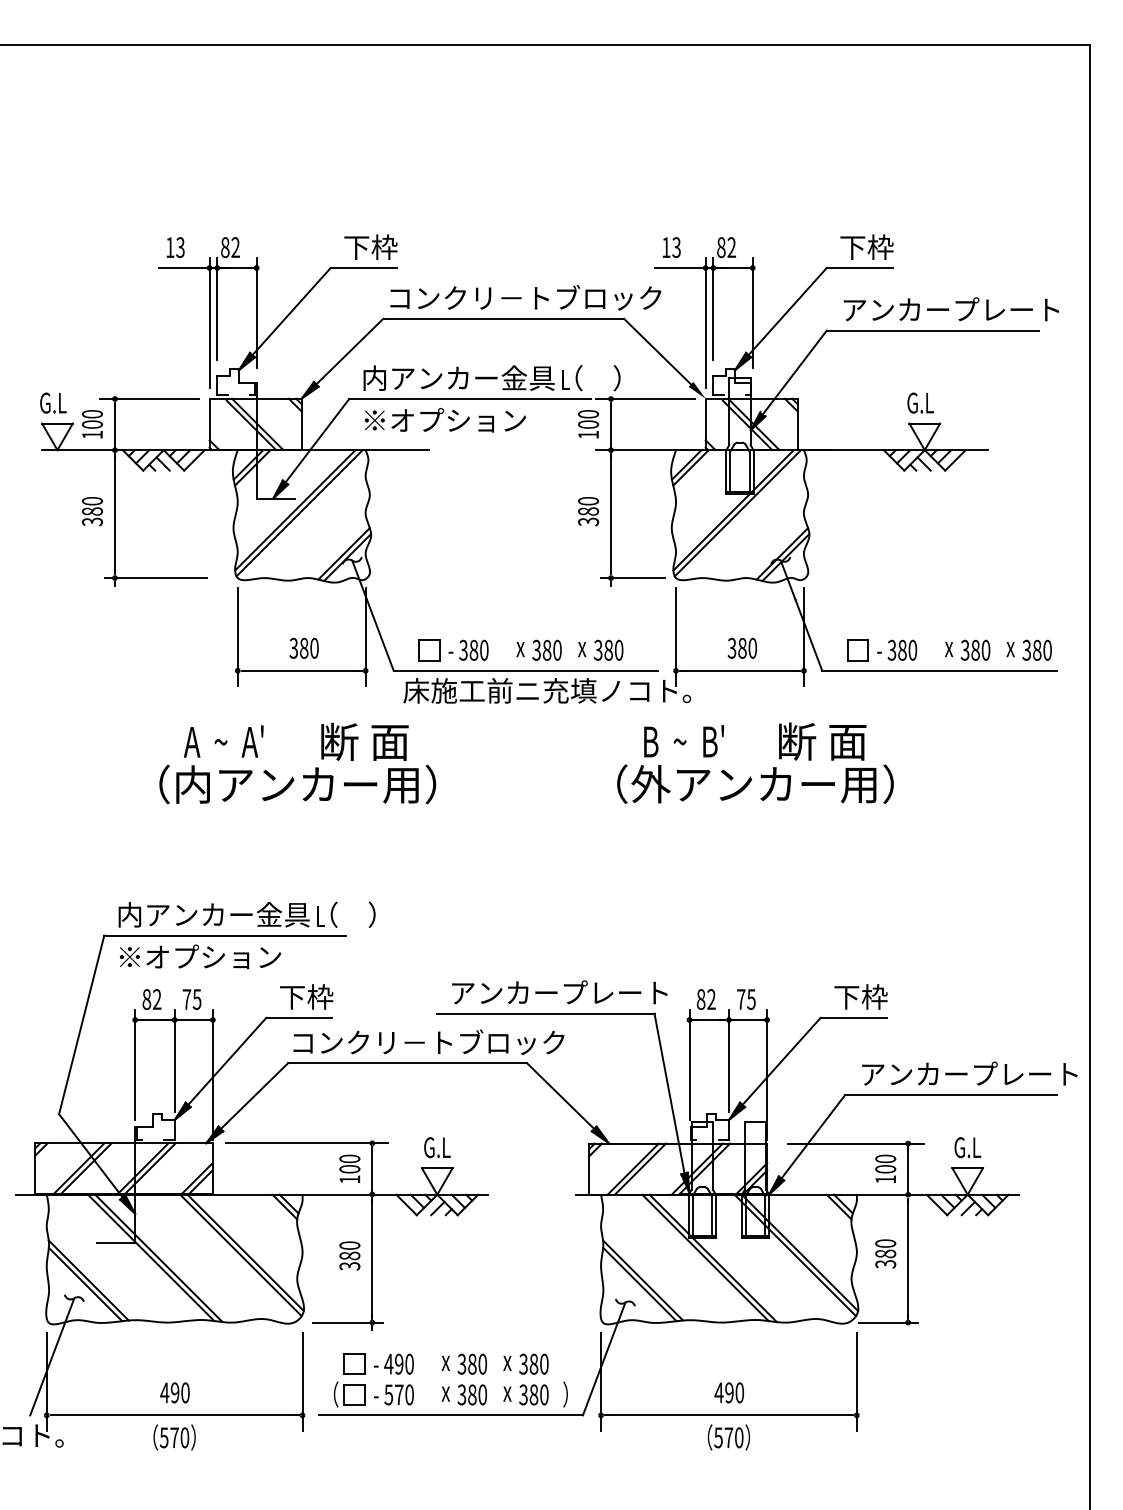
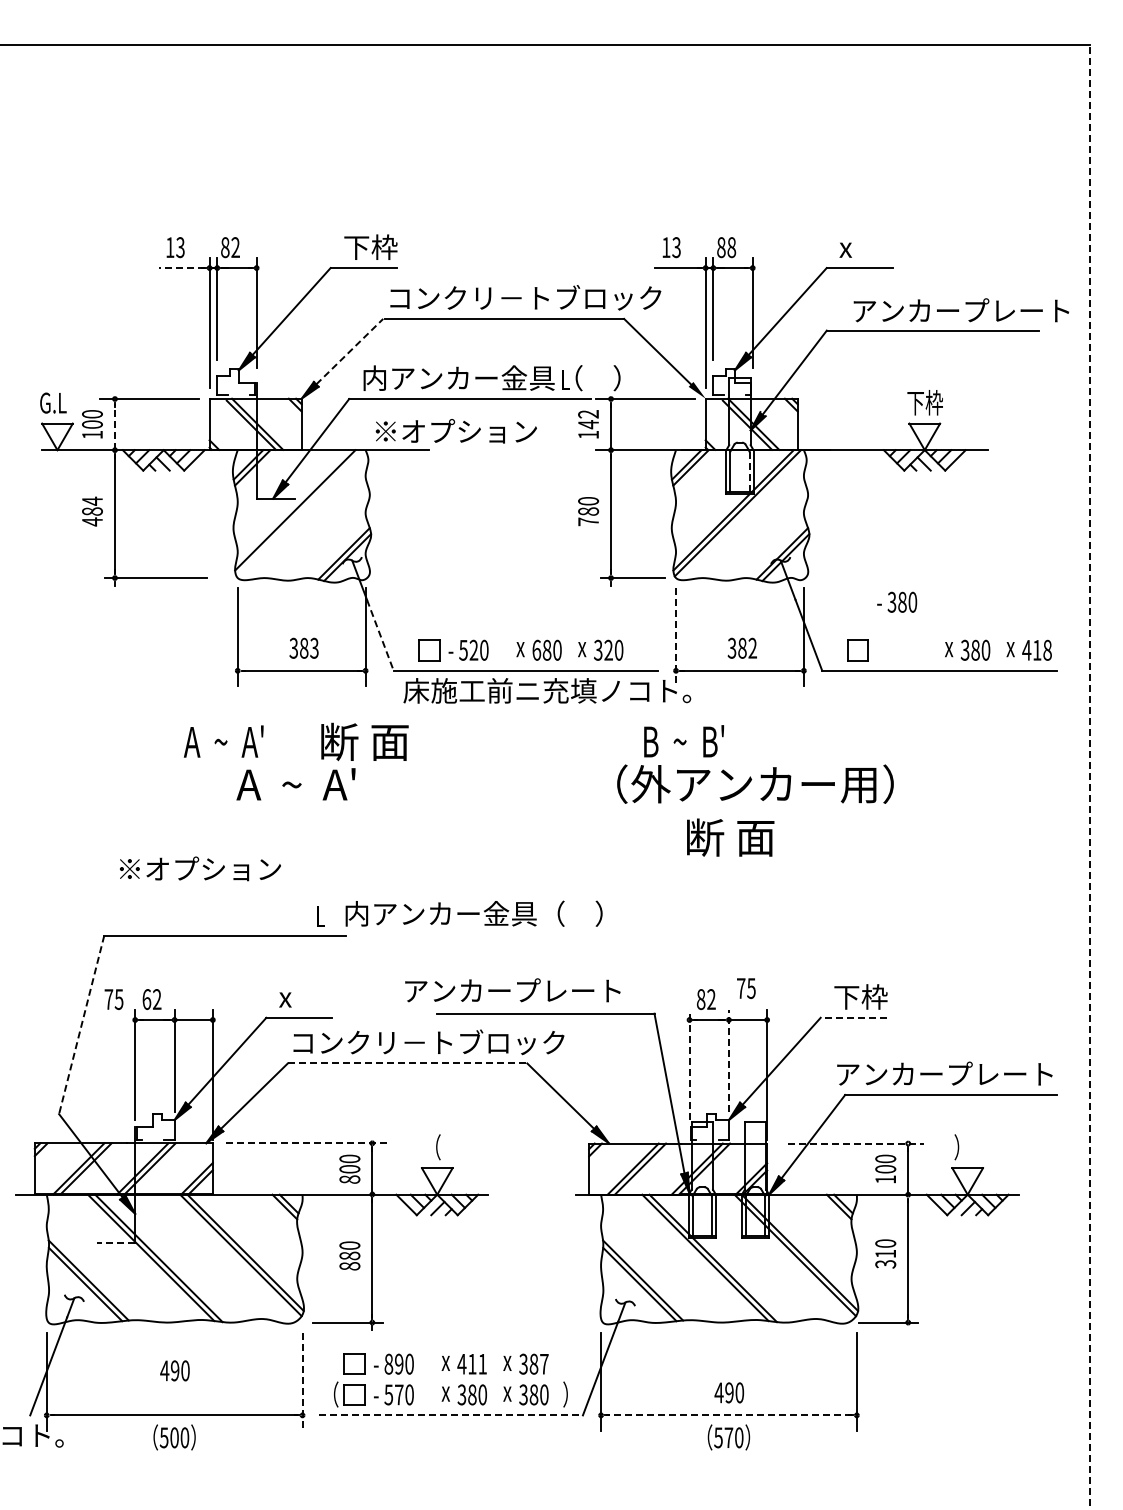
text at (866, 246): 下枠 -> x
text at (731, 247): 82 -> 88
line at (181, 268): solid -> dashed
text at (950, 309) position: (950, 309) -> (960, 310)
line at (349, 351): solid -> dashed
text at (924, 402): G.L -> 下枠
text at (588, 419): 100 -> 142
text at (444, 420) position: (444, 420) -> (455, 431)
line at (114, 426): solid -> dashed
line at (749, 472): solid -> dashed
text at (92, 511): 380 -> 484
line at (299, 513): present -> none
text at (588, 521): 380 -> 780
line at (380, 635): solid -> dashed
line at (676, 637): solid -> dashed
text at (314, 648): 380 -> 383
text at (752, 648): 380 -> 382
text at (468, 649): 380 -> 520
text at (536, 649): 380 -> 680
text at (608, 649): 380 -> 320
text at (897, 649) position: (897, 649) -> (897, 601)
text at (1036, 649): 380 -> 418
text at (822, 741) position: (822, 741) -> (730, 837)
line at (1089, 777): solid -> dashed
text at (297, 784): （内アンカー用） -> A  ~  A'
text at (246, 914) position: (246, 914) -> (473, 913)
text at (200, 956) position: (200, 956) -> (200, 868)
text at (559, 992) position: (559, 992) -> (512, 990)
text at (306, 996): 下枠 -> x
text at (146, 999): 82 -> 62
text at (191, 999) position: (191, 999) -> (113, 999)
text at (746, 999) position: (746, 999) -> (746, 988)
line at (853, 1017): solid -> dashed
line at (81, 1025): solid -> dashed
line at (728, 1060): solid -> dashed
line at (407, 1063): solid -> dashed
line at (689, 1064): solid -> dashed
text at (969, 1073) position: (969, 1073) -> (944, 1073)
line at (307, 1143): solid -> dashed
line at (855, 1143): solid -> dashed
text at (437, 1147): G.L -> （
text at (967, 1147): G.L -> ）
text at (349, 1179): 100 -> 800
line at (115, 1243): solid -> dashed
text at (885, 1253): 380 -> 310
text at (349, 1266): 380 -> 880
text at (388, 1363): 490 -> 890
text at (471, 1363): 380 -> 411
text at (544, 1363): 380 -> 387
line at (302, 1381): solid -> dashed
text at (174, 1392) position: (174, 1392) -> (174, 1370)
line at (450, 1415): solid -> dashed
line at (728, 1415): solid -> dashed
text at (174, 1437): 570 -> 500
